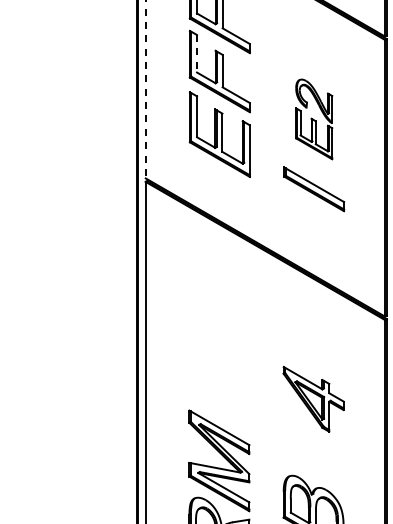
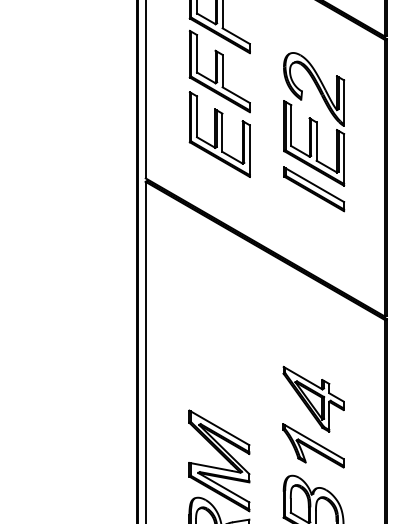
line at (197, 53): dashed -> solid
line at (145, 89): dashed -> solid
part at (314, 119) size: 39x83 px -> 63x135 px
part at (313, 445): none -> present
